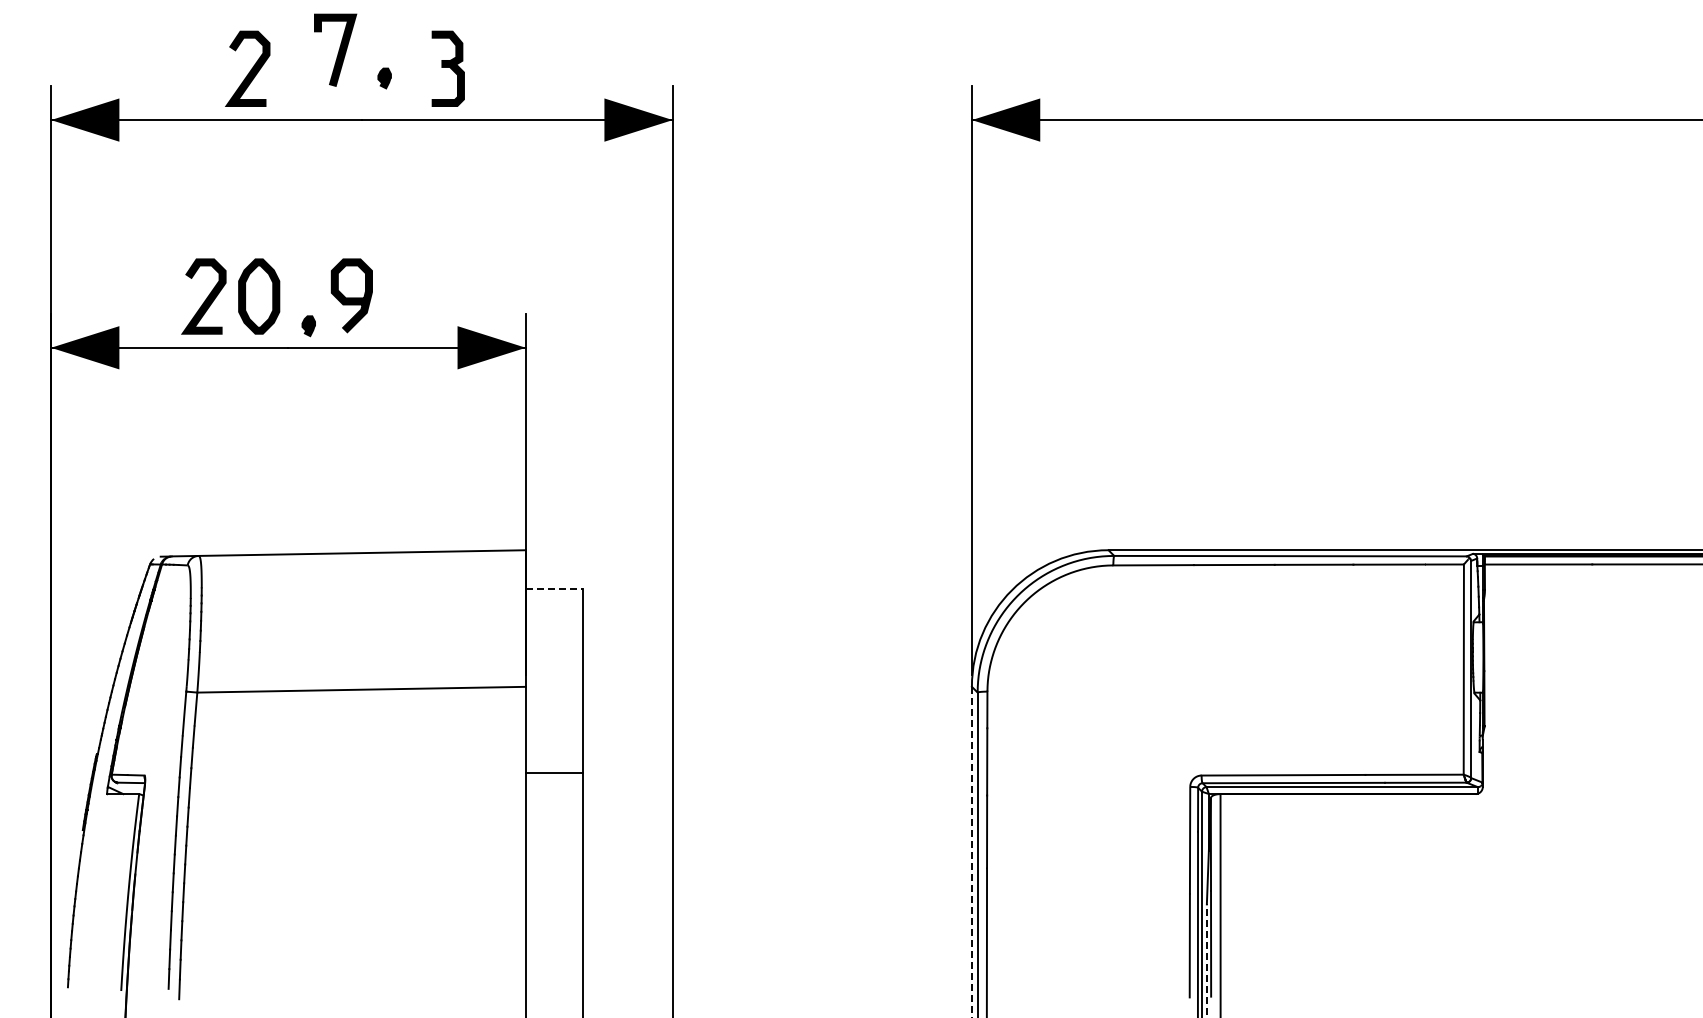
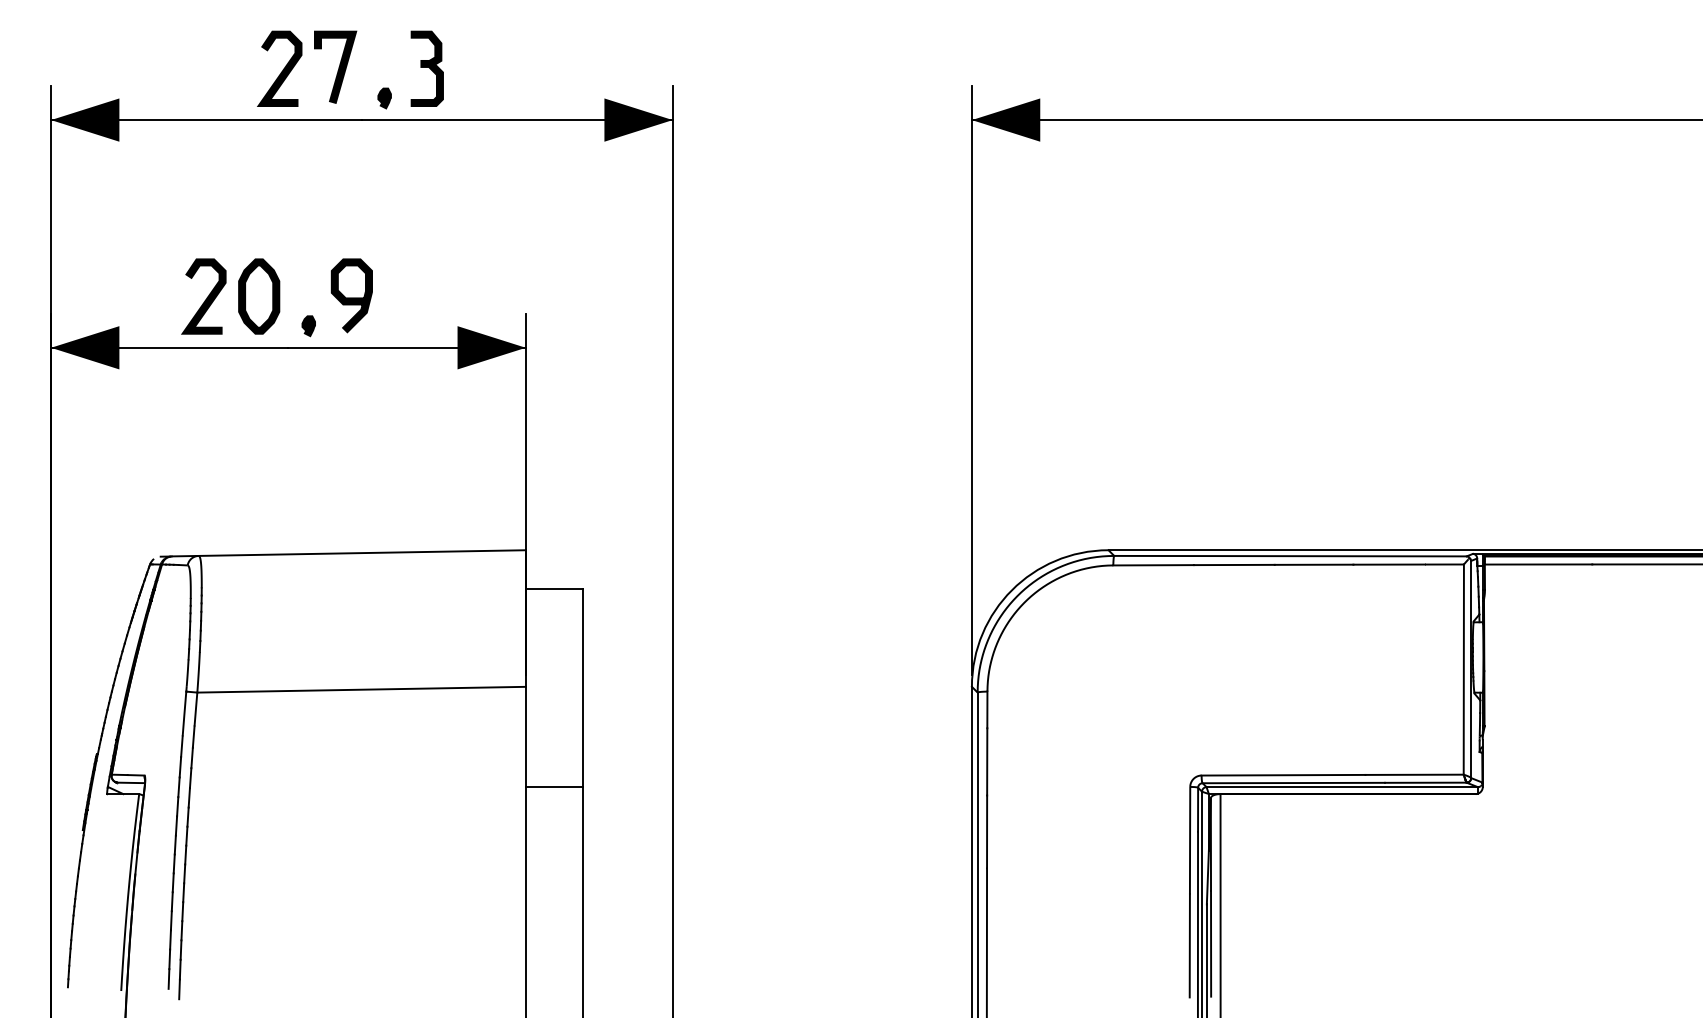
line at (338, 50) position: (338, 50) -> (338, 67)
part at (447, 68) position: (447, 68) -> (426, 68)
curve at (250, 69) position: (250, 69) -> (282, 69)
part at (384, 78) position: (384, 78) -> (384, 98)
line at (554, 589): dashed -> solid
line at (553, 773) position: (553, 773) -> (553, 787)
line at (971, 851): dashed -> solid
line at (1206, 960): dashed -> solid
